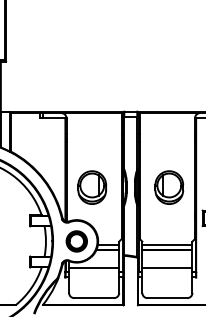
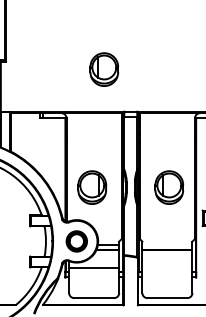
part at (104, 69): none -> present
line at (167, 245): present -> none
line at (167, 267): present -> none
